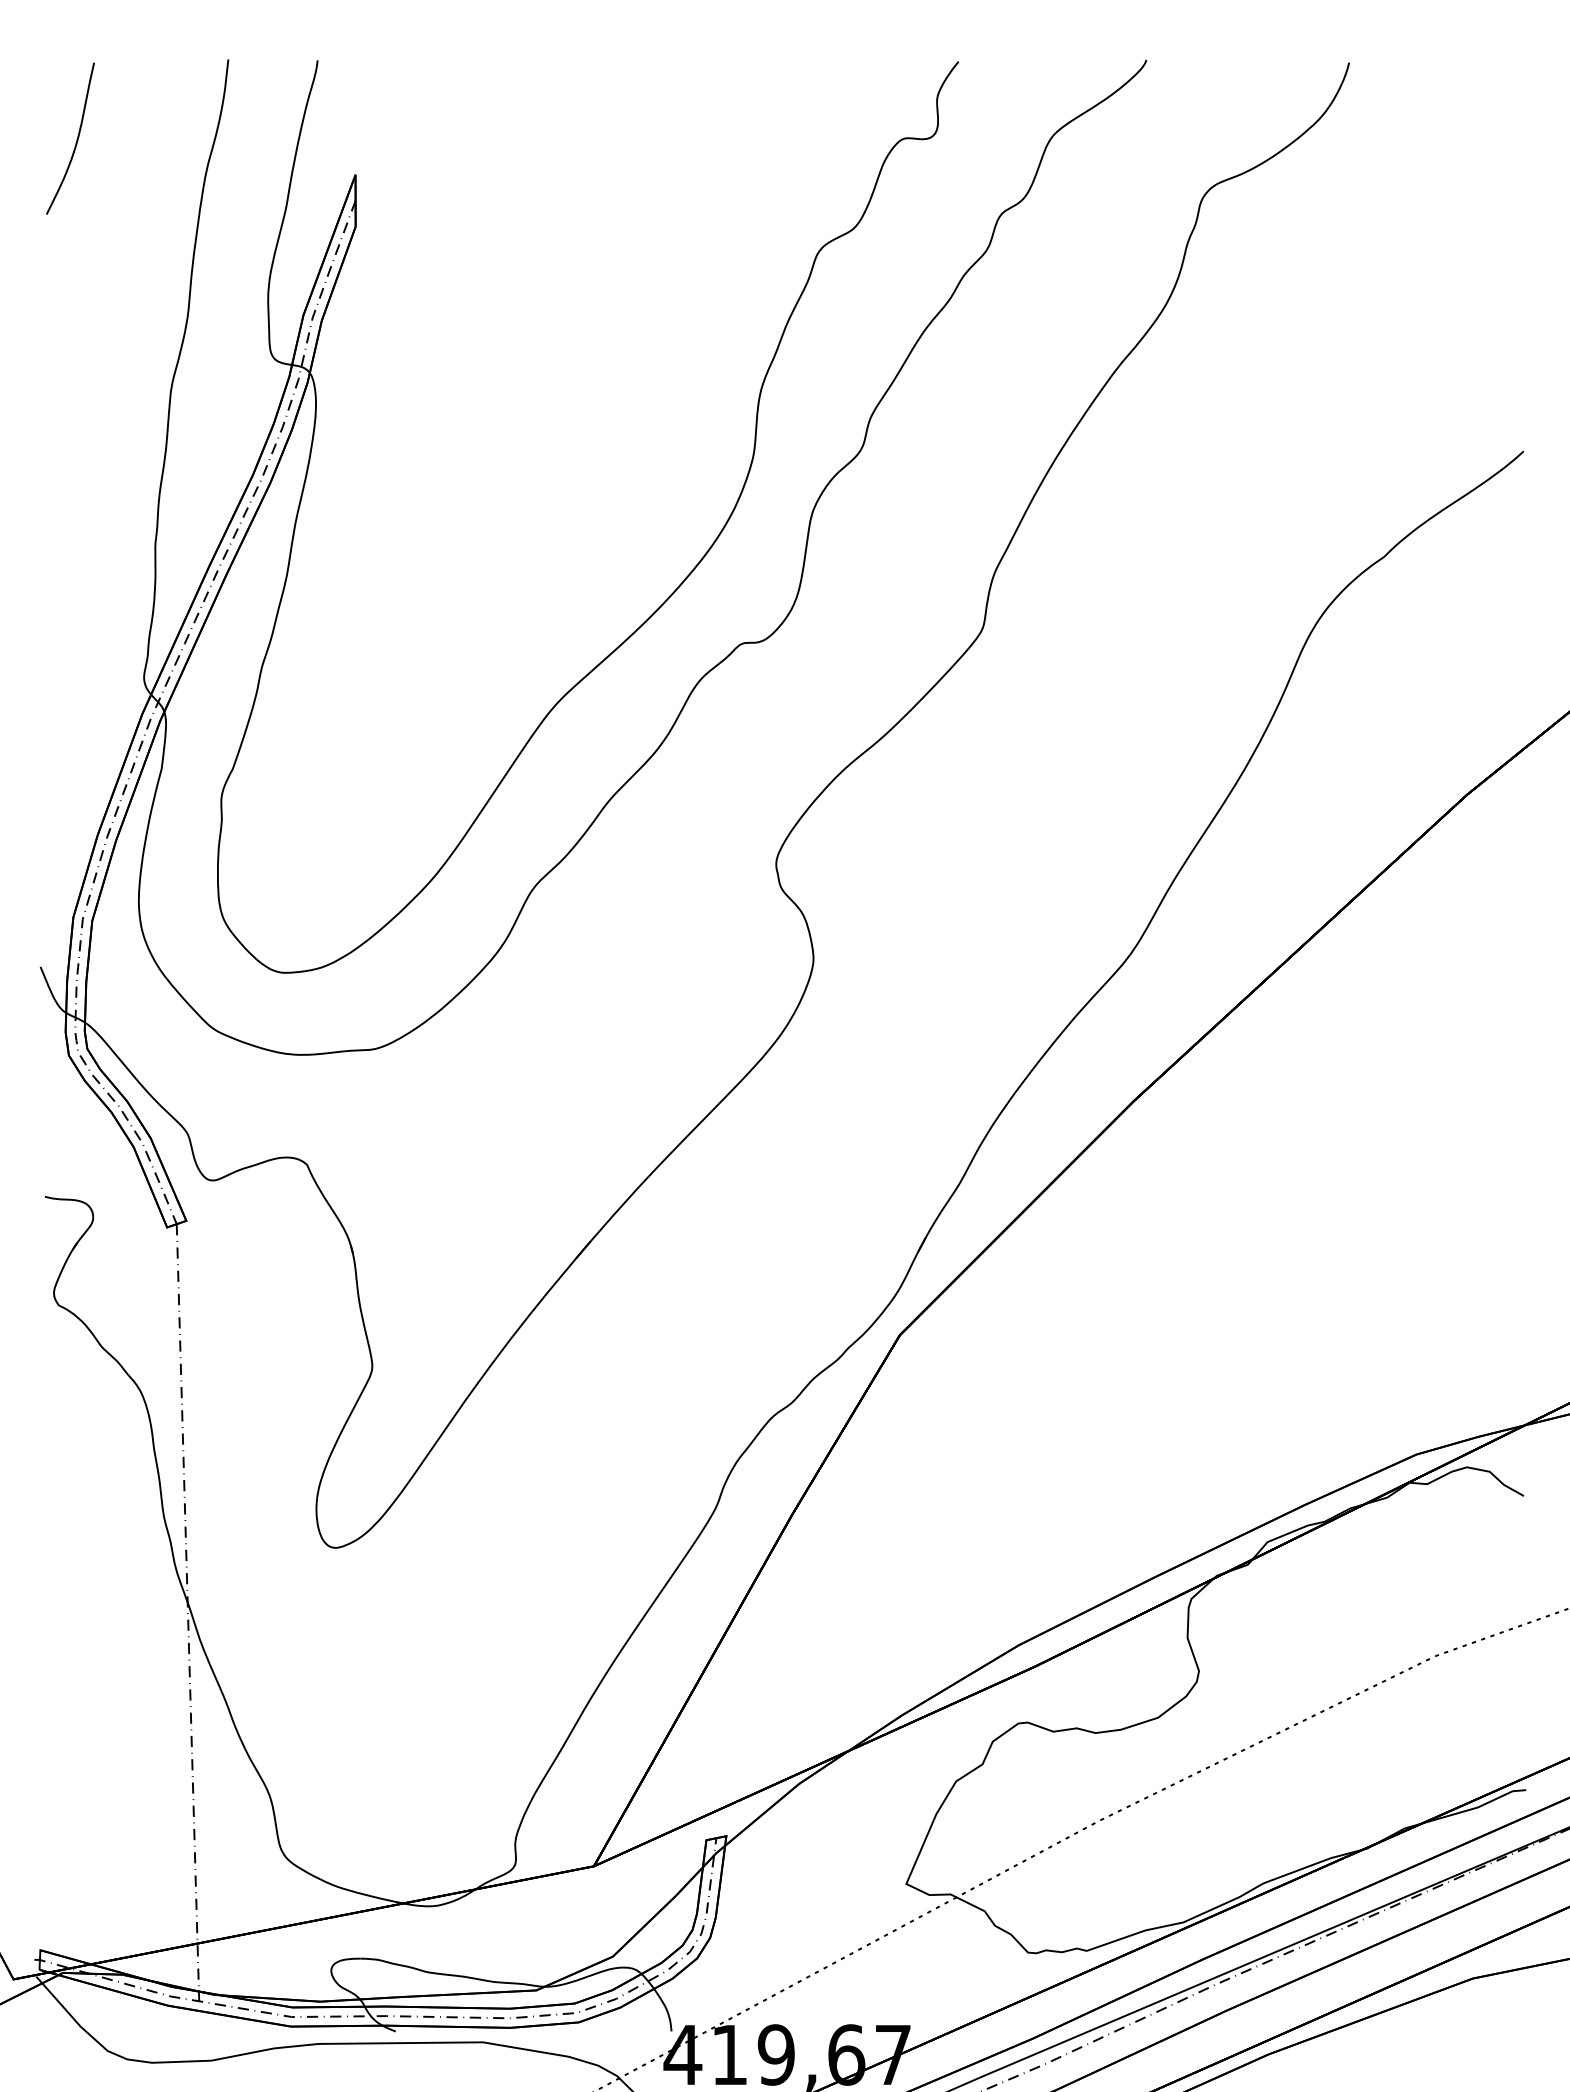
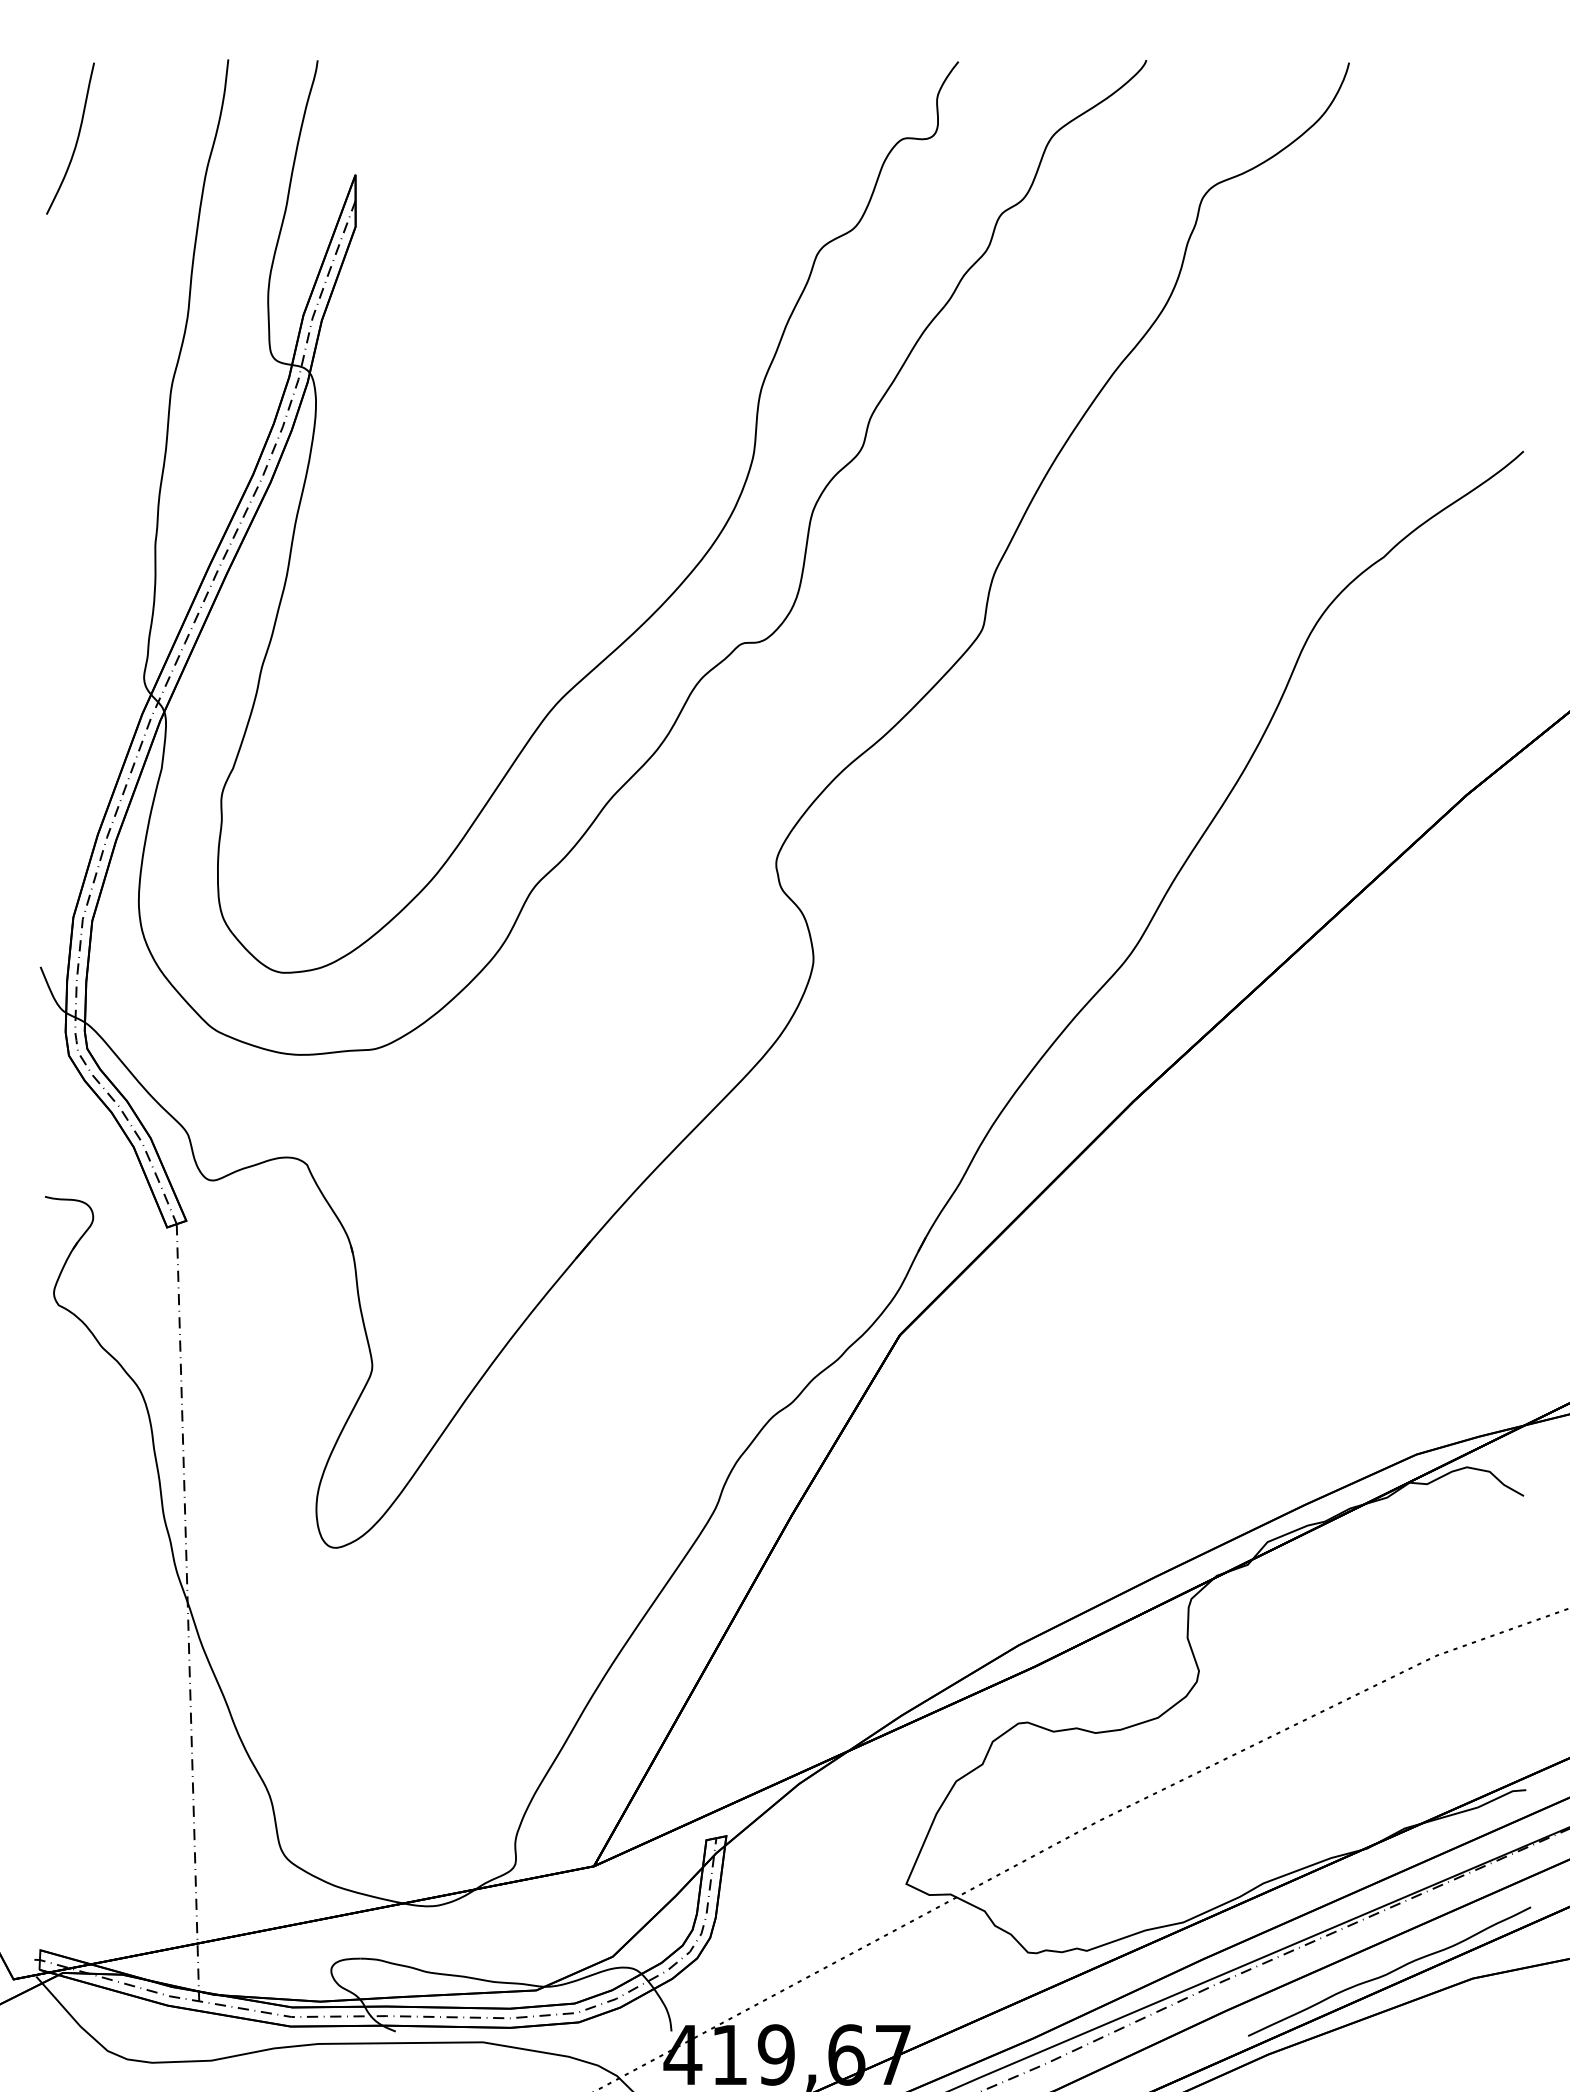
curve at (1390, 1971): none -> present
